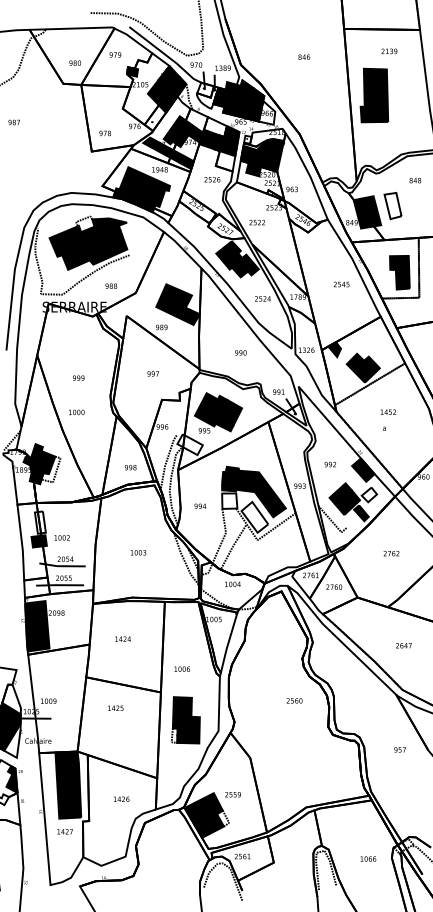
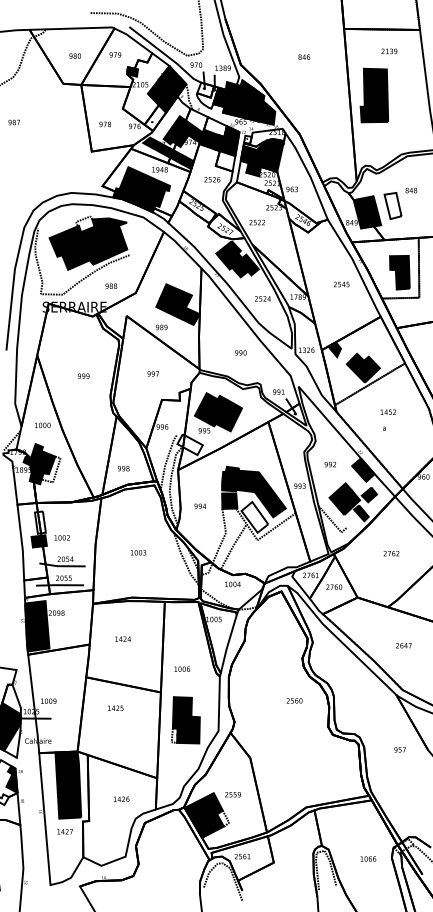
text at (74, 62) position: (74, 62) -> (74, 55)
fill at (266, 112): none -> present
text at (104, 133) position: (104, 133) -> (104, 124)
text at (415, 180) position: (415, 180) -> (411, 190)
text at (78, 377) position: (78, 377) -> (83, 375)
text at (76, 412) position: (76, 412) -> (42, 425)
text at (130, 467) position: (130, 467) -> (123, 468)
fill at (369, 494): none -> present
fill at (229, 500): none -> present
